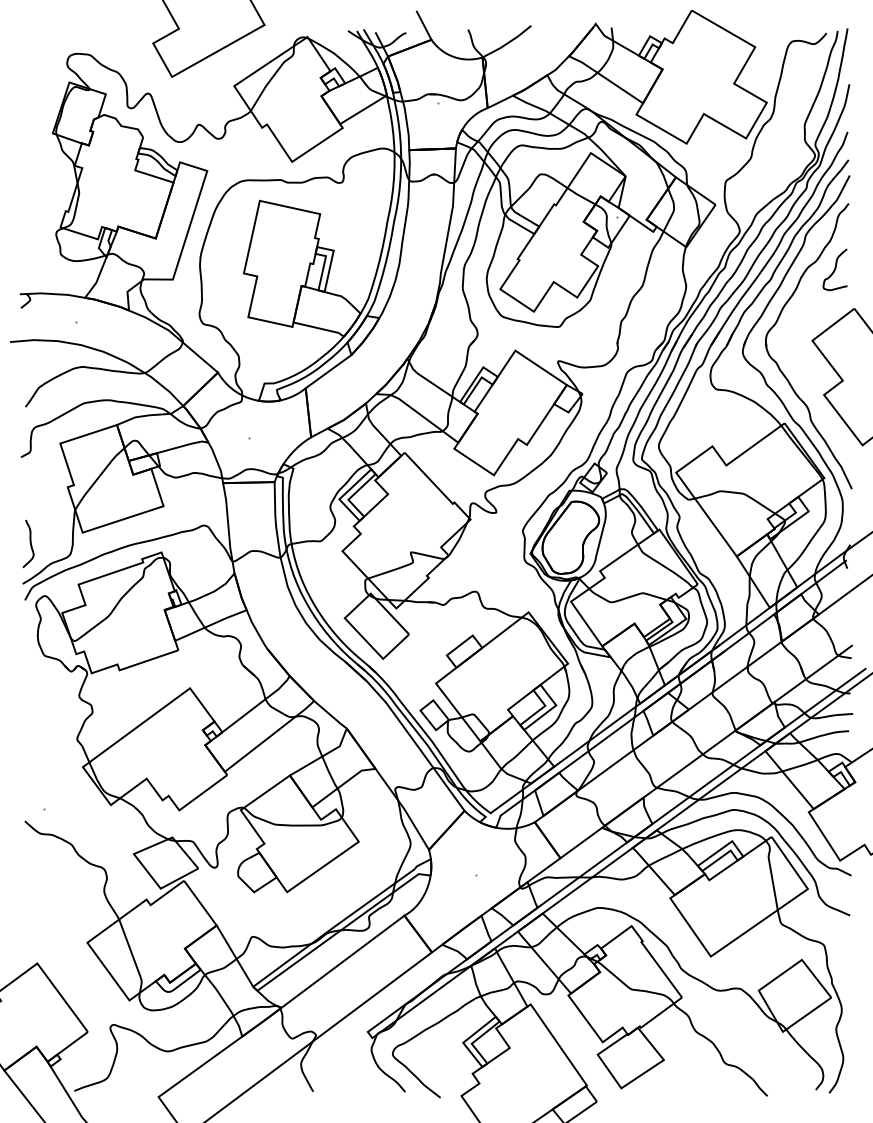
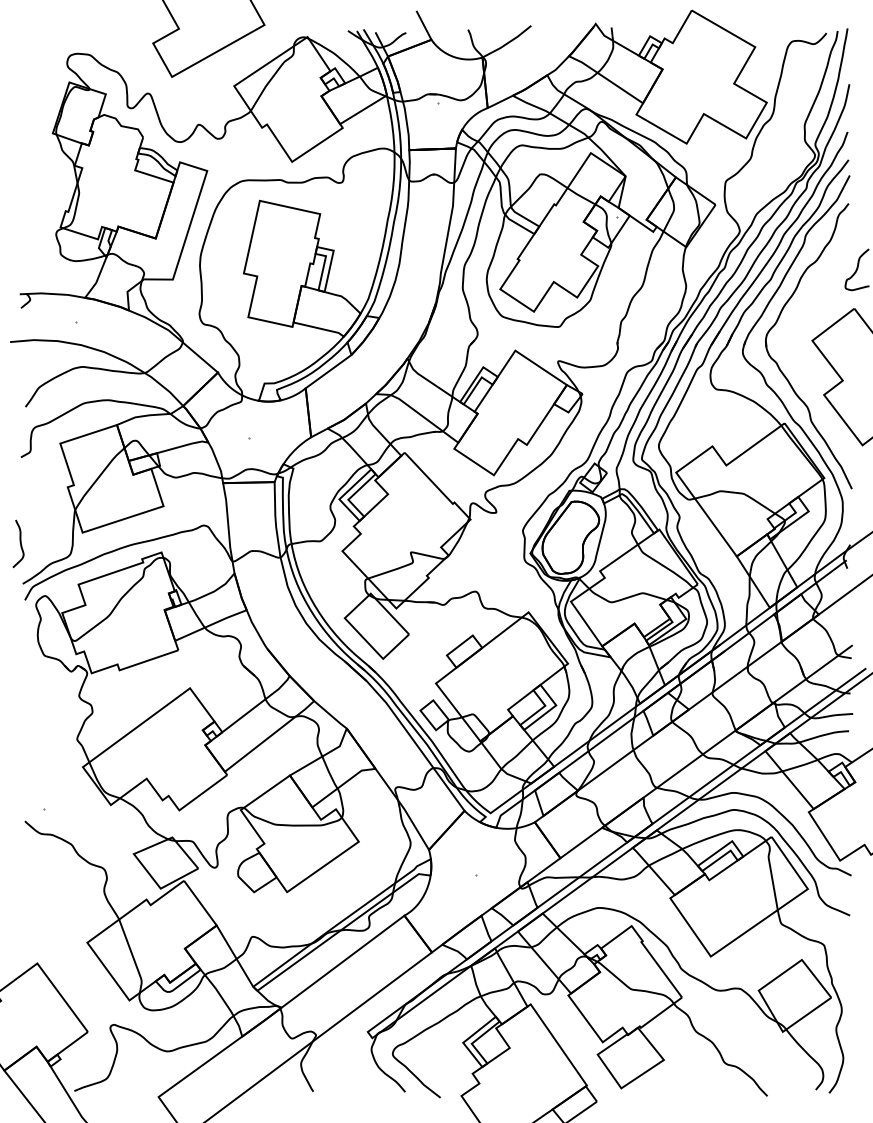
curve at (834, 269) position: (834, 269) -> (856, 269)
curve at (29, 542) position: (29, 542) -> (19, 542)
